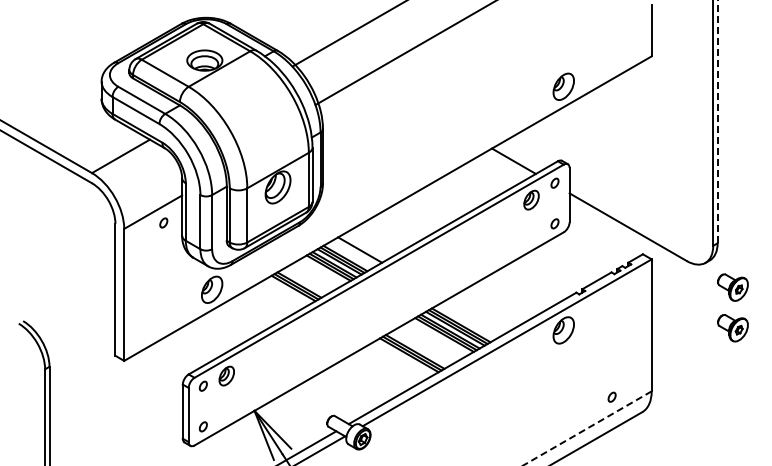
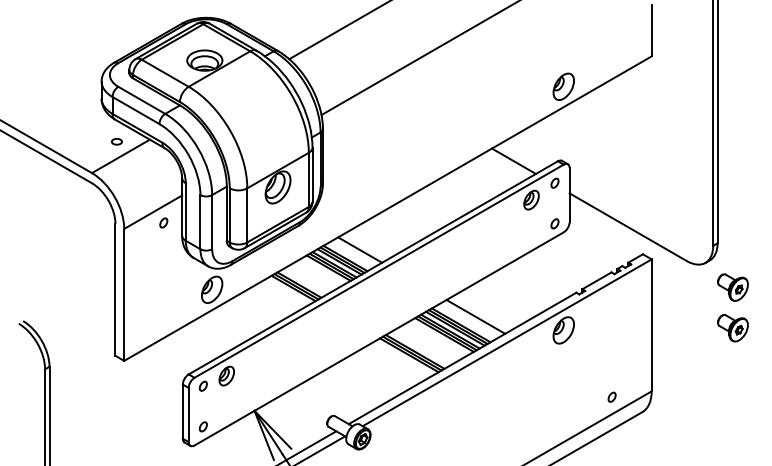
line at (348, 34) position: (348, 34) -> (338, 30)
line at (404, 53) position: (404, 53) -> (418, 58)
line at (717, 121): dashed -> solid
part at (116, 141): none -> present
line at (475, 316): none -> present
line at (586, 428): dashed -> solid
